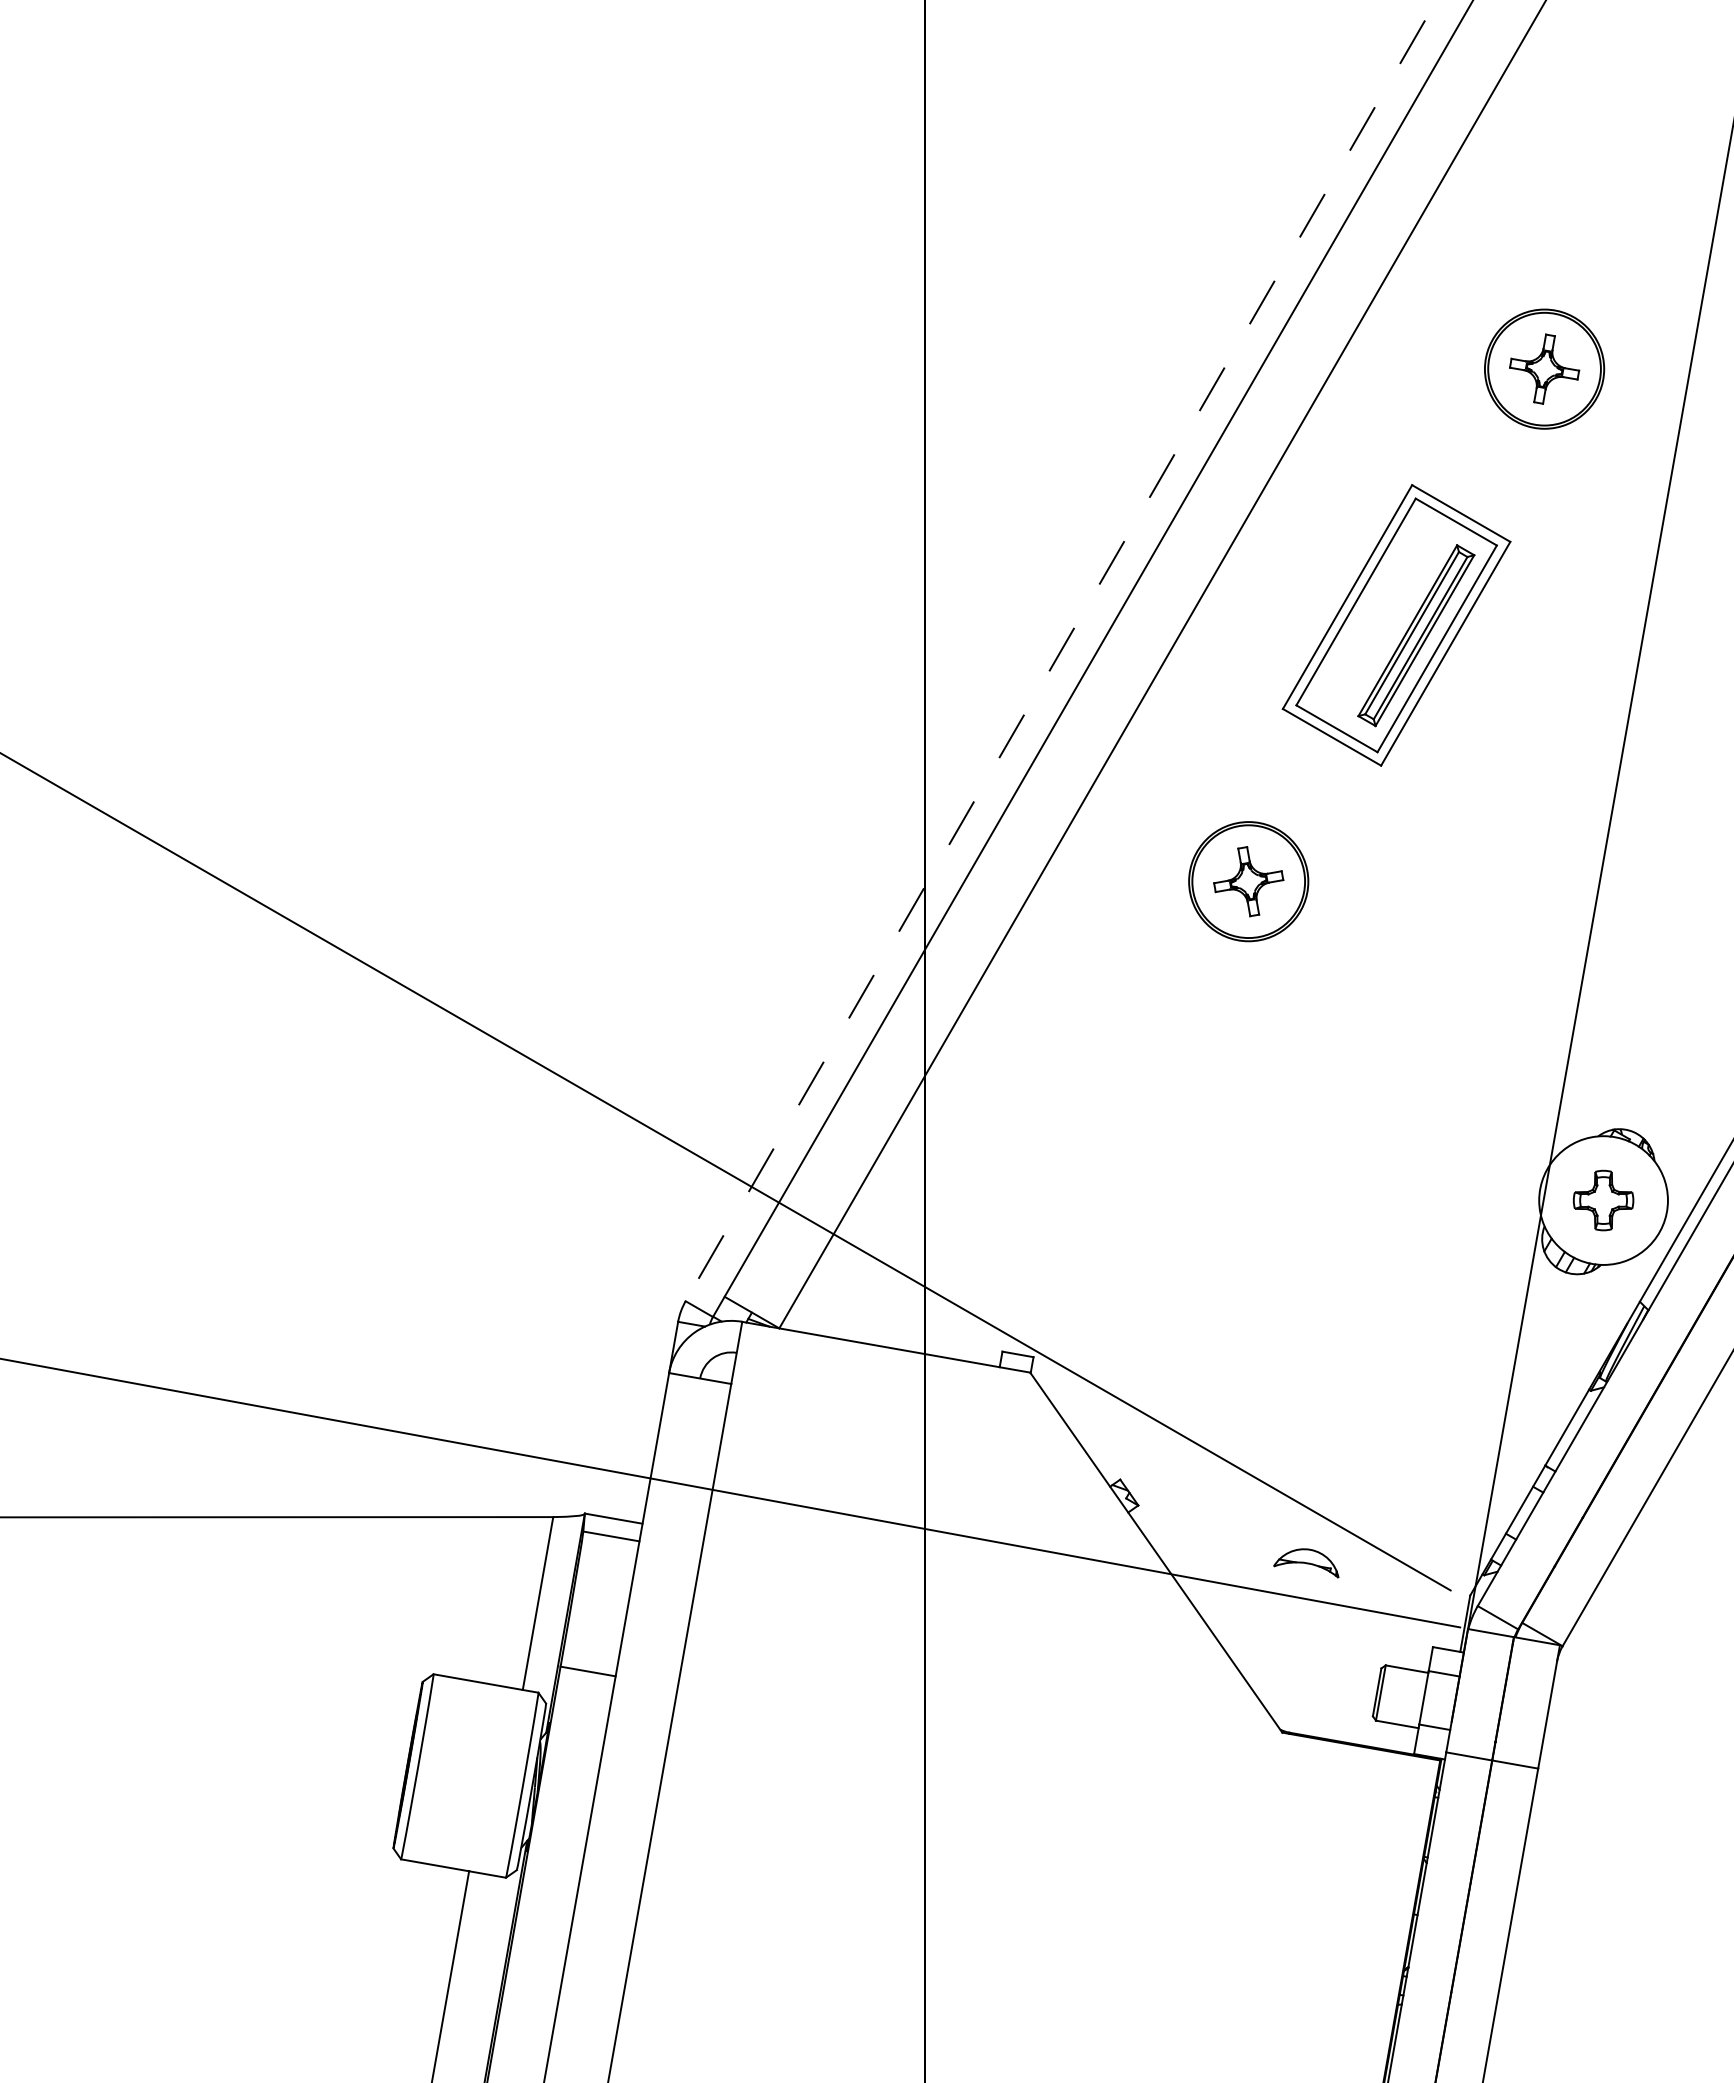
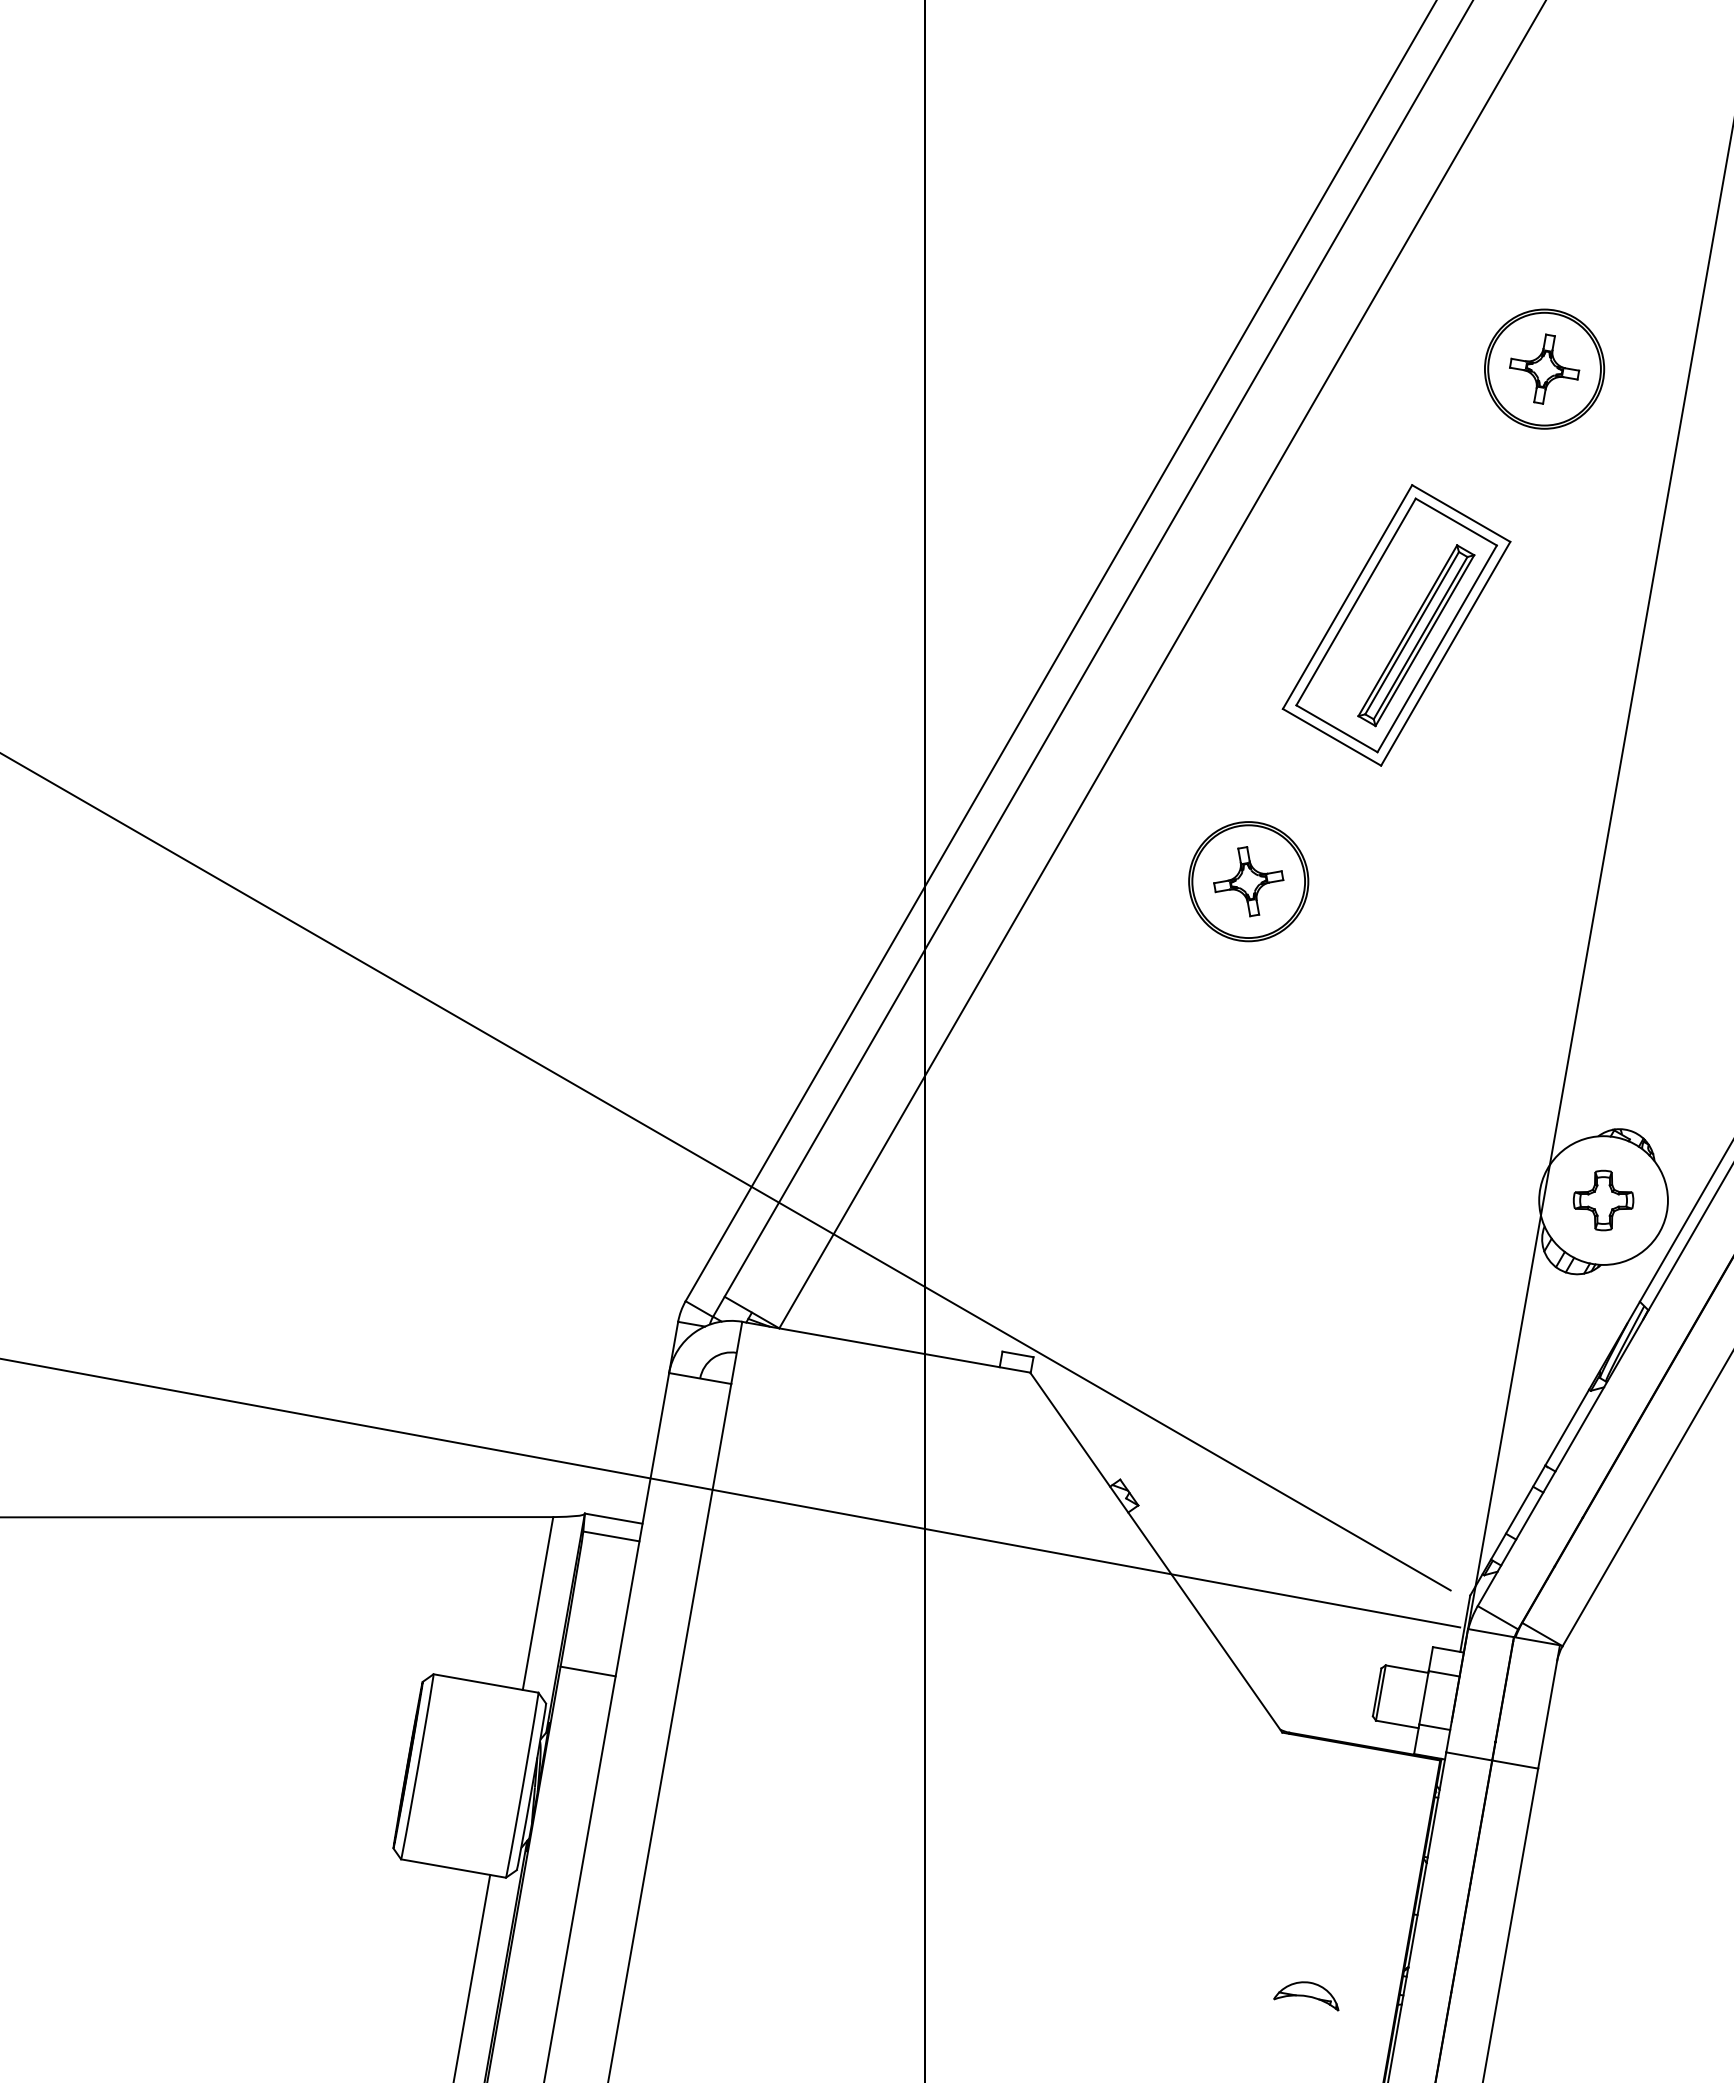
line at (1060, 651): dashed -> solid
part at (1306, 1563) position: (1306, 1563) -> (1306, 1996)
line at (450, 1974) position: (450, 1974) -> (472, 1976)
